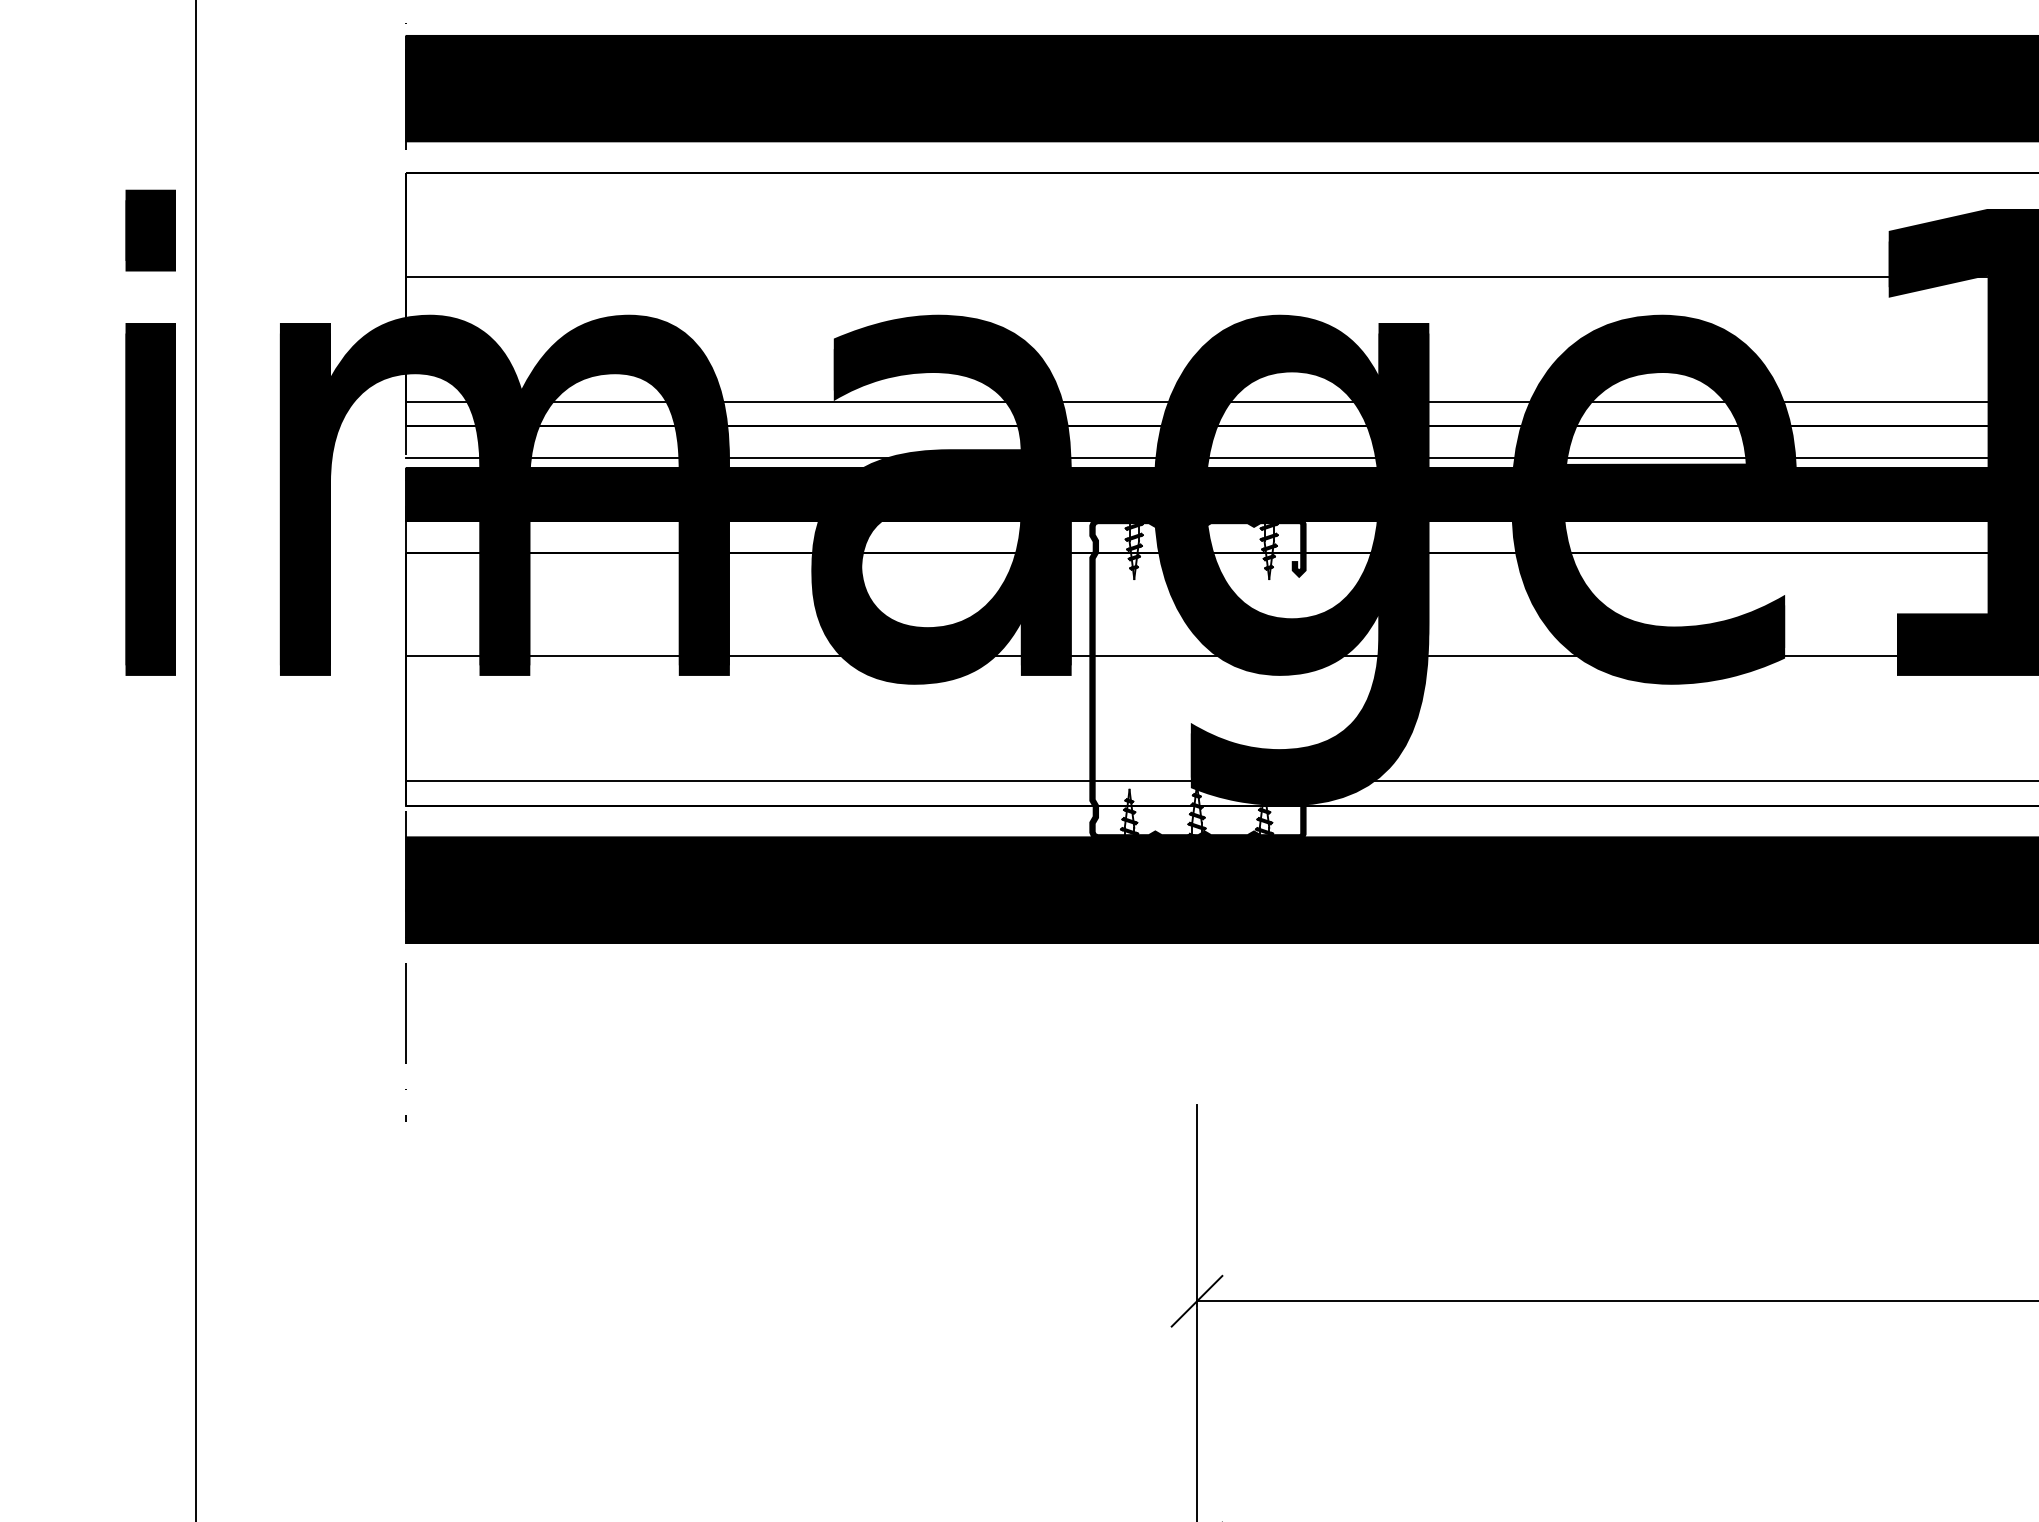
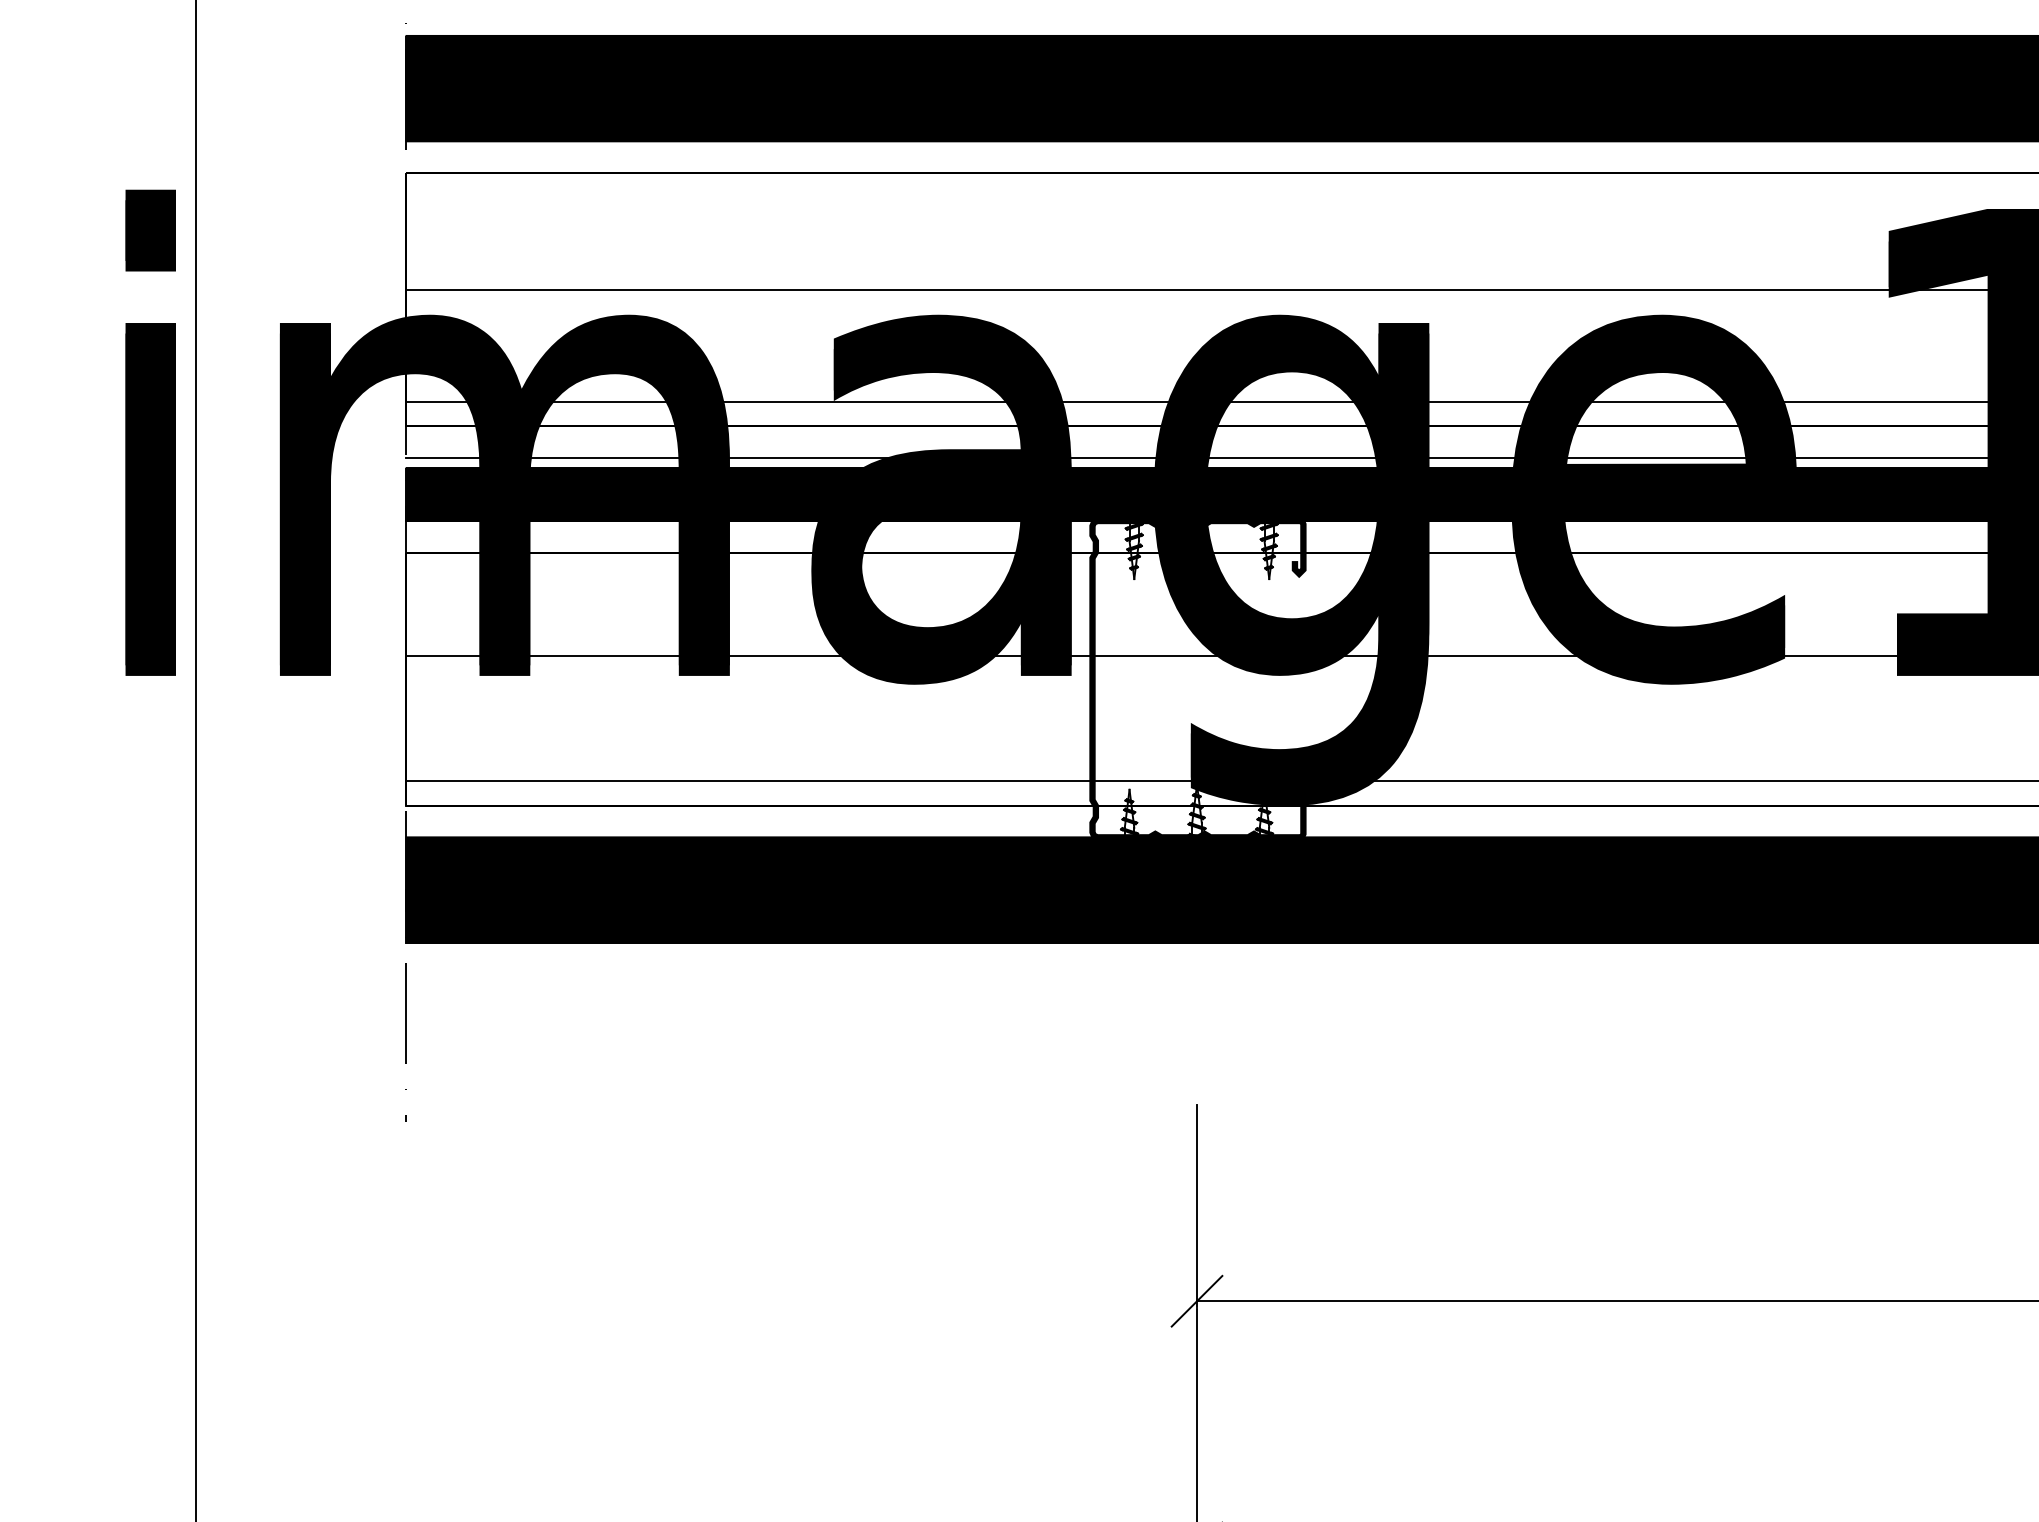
line at (1220, 276) position: (1220, 276) -> (1220, 289)
